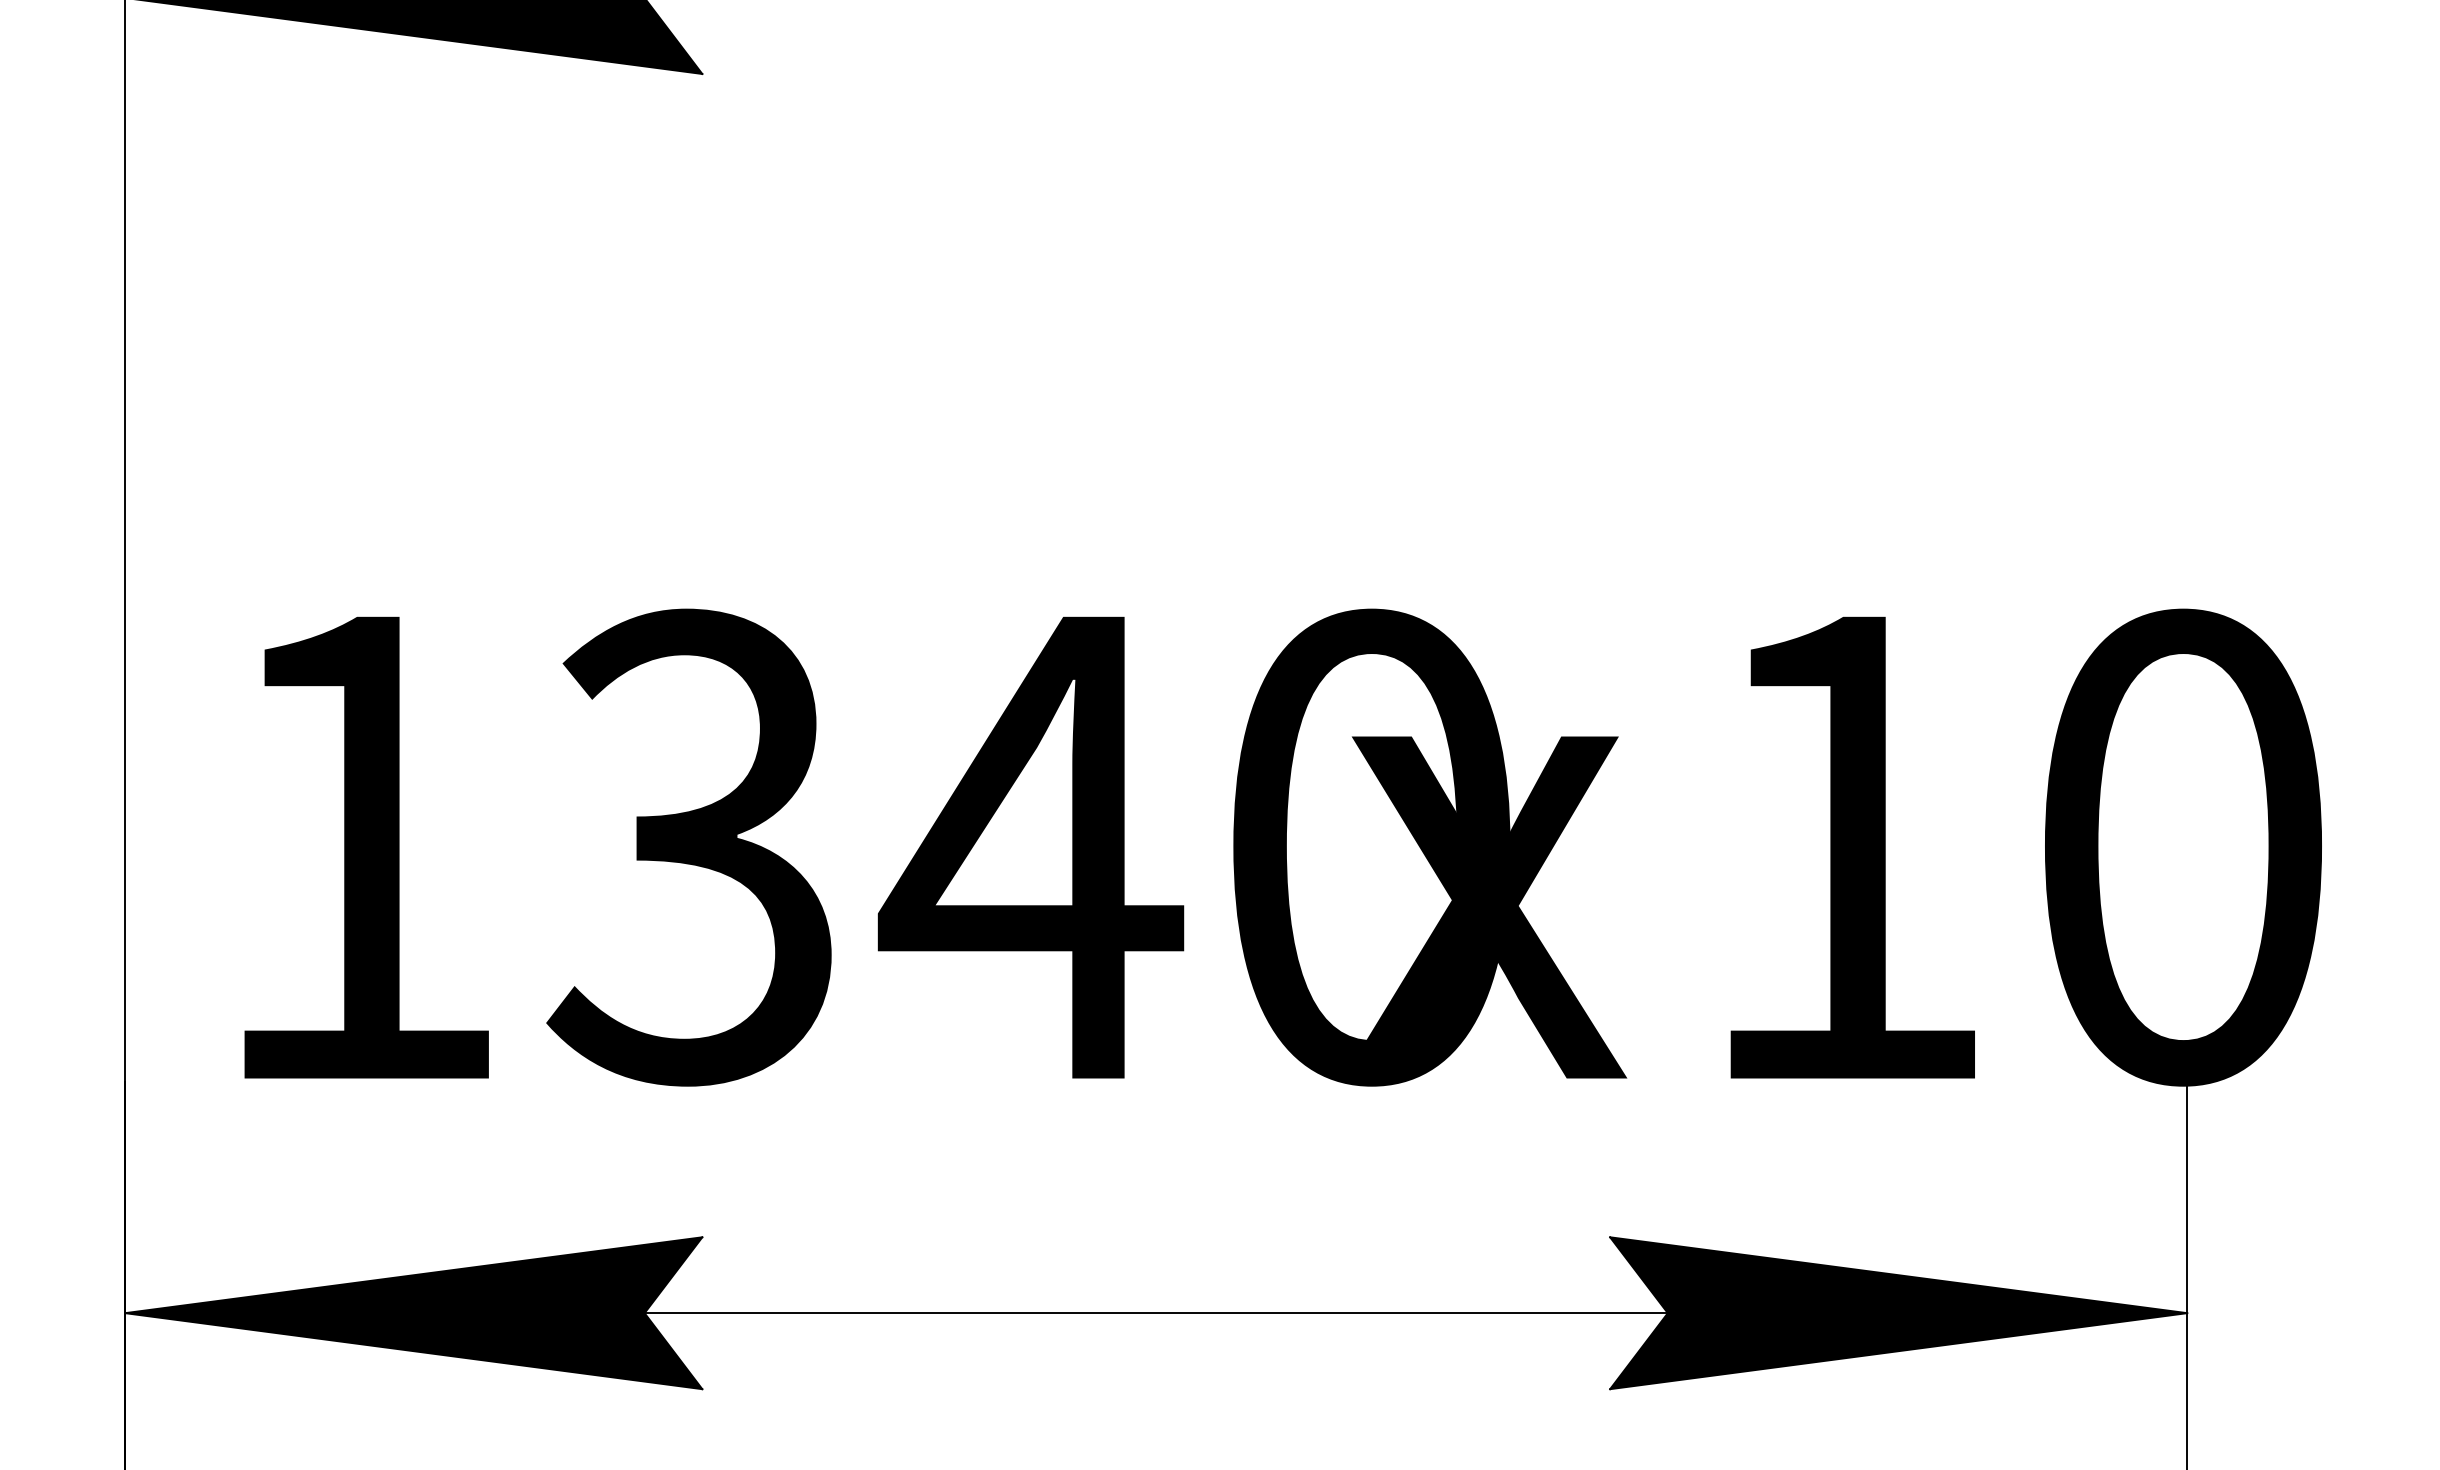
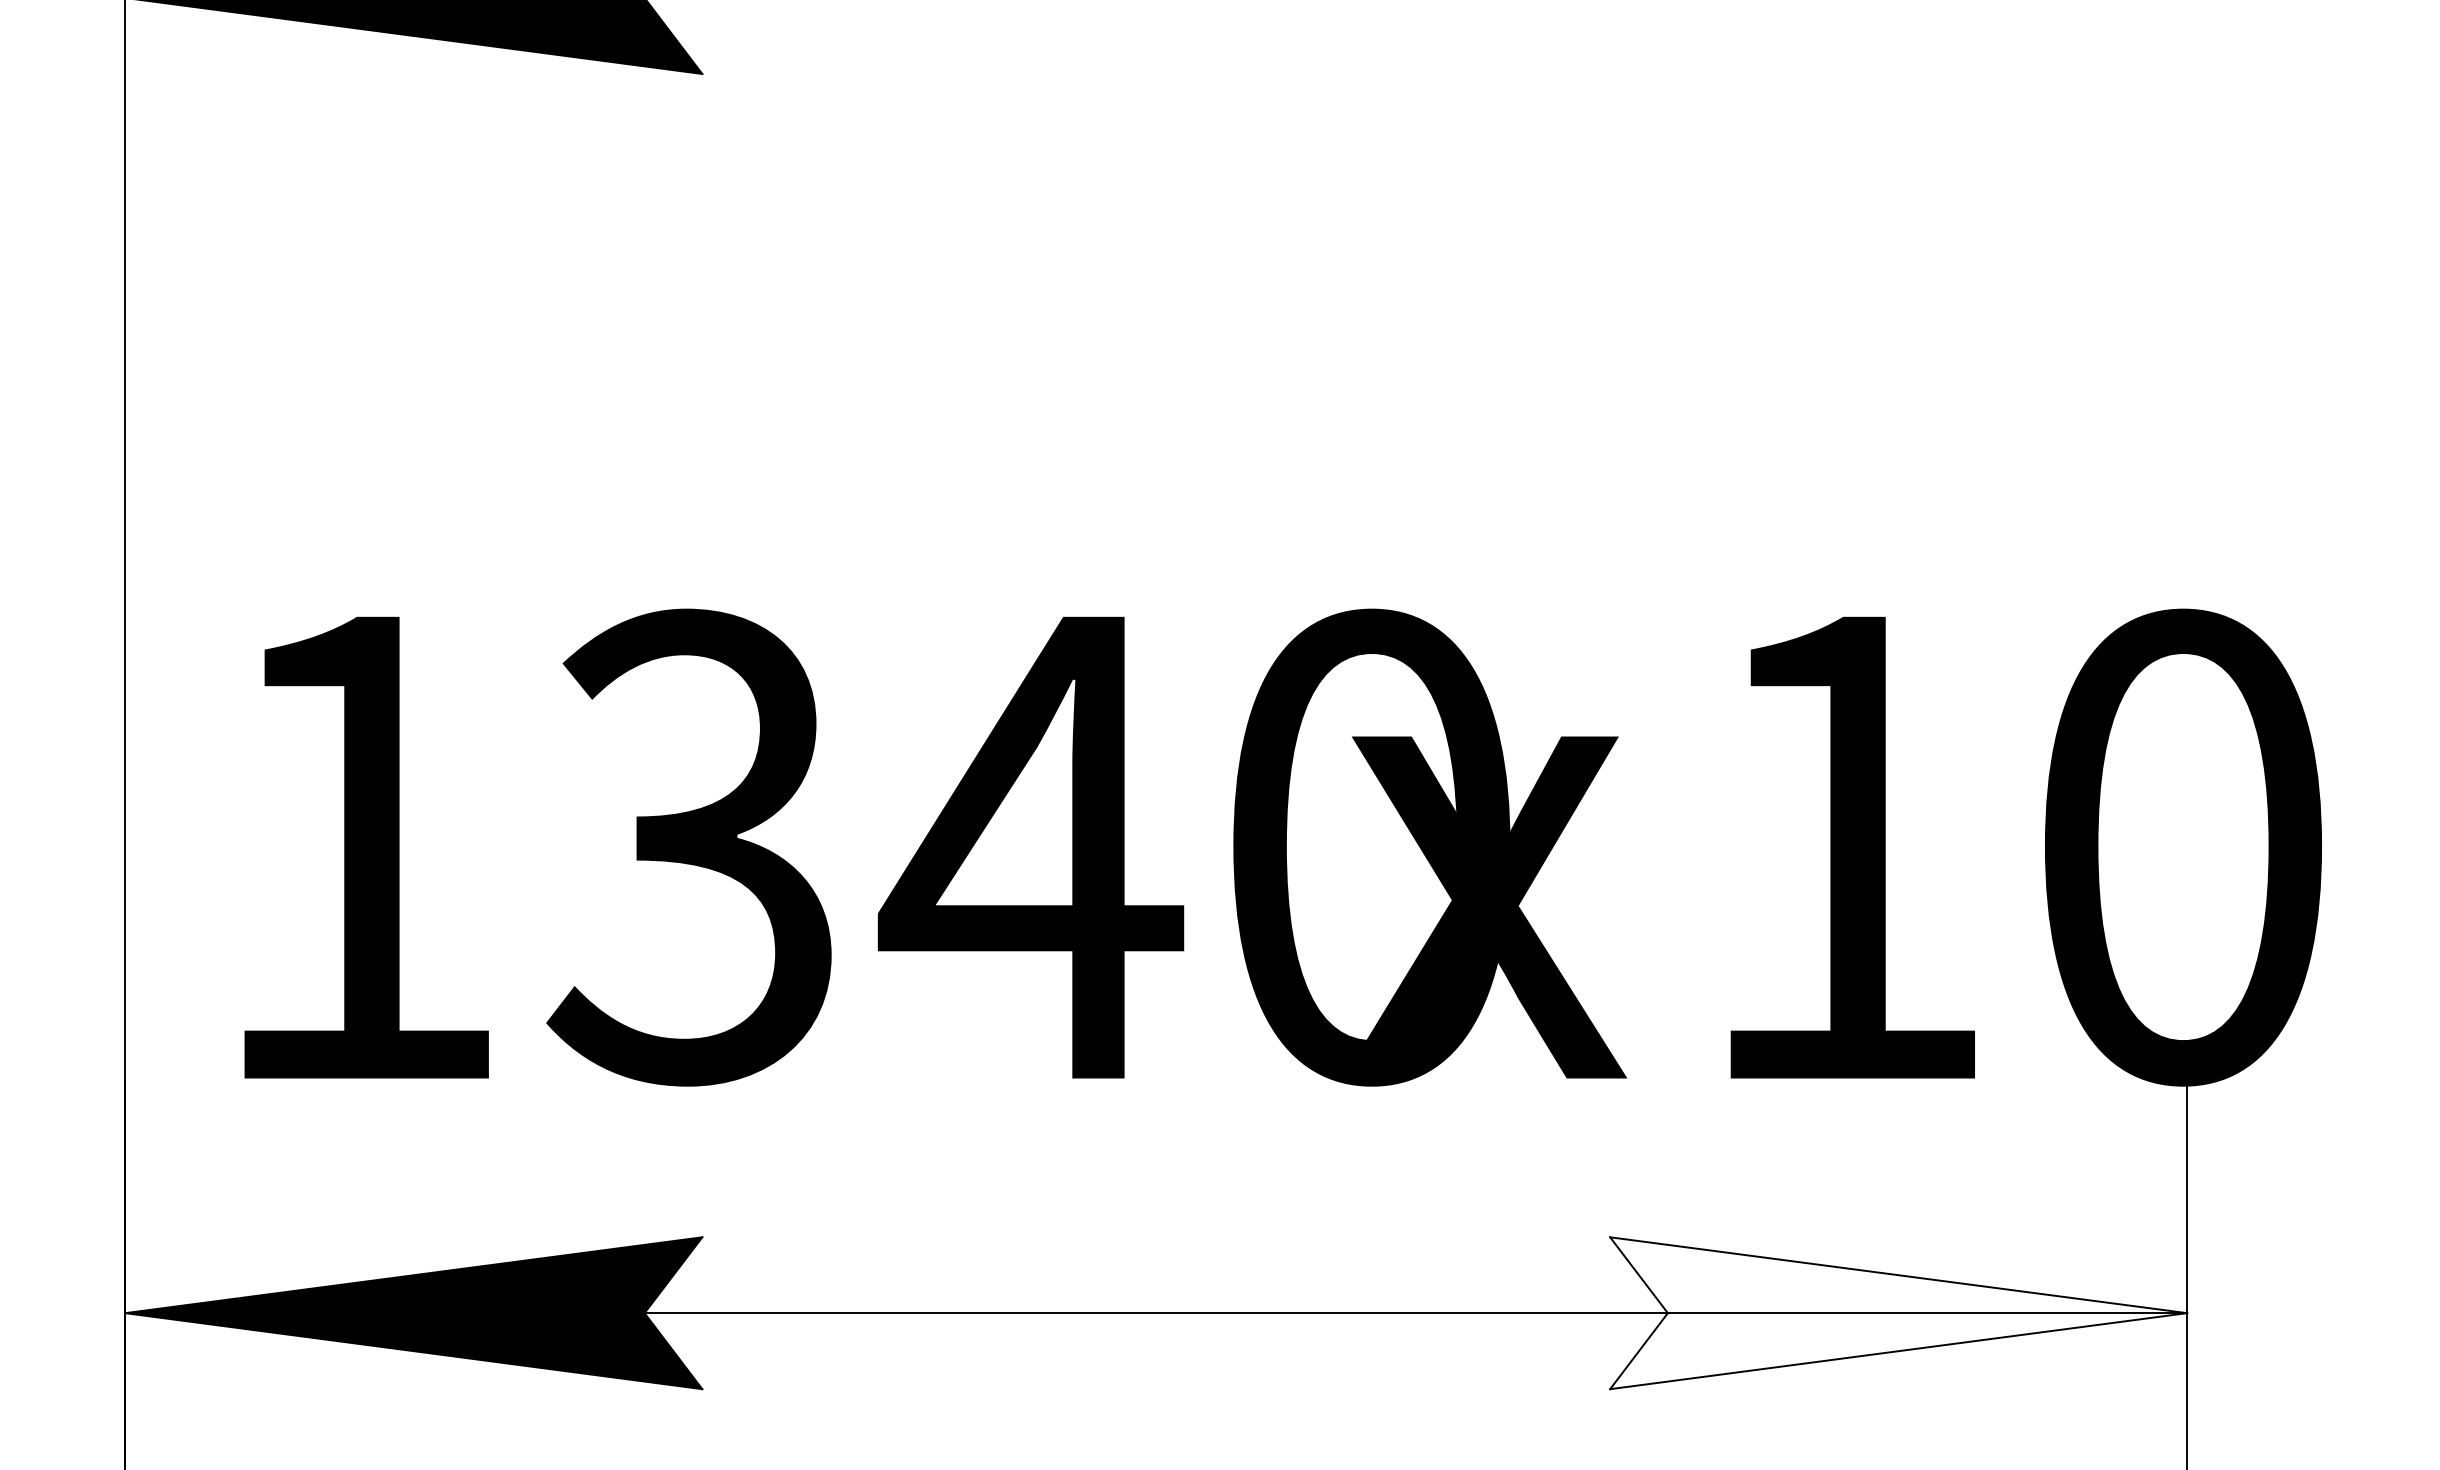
fill at (1898, 1313): present -> none
